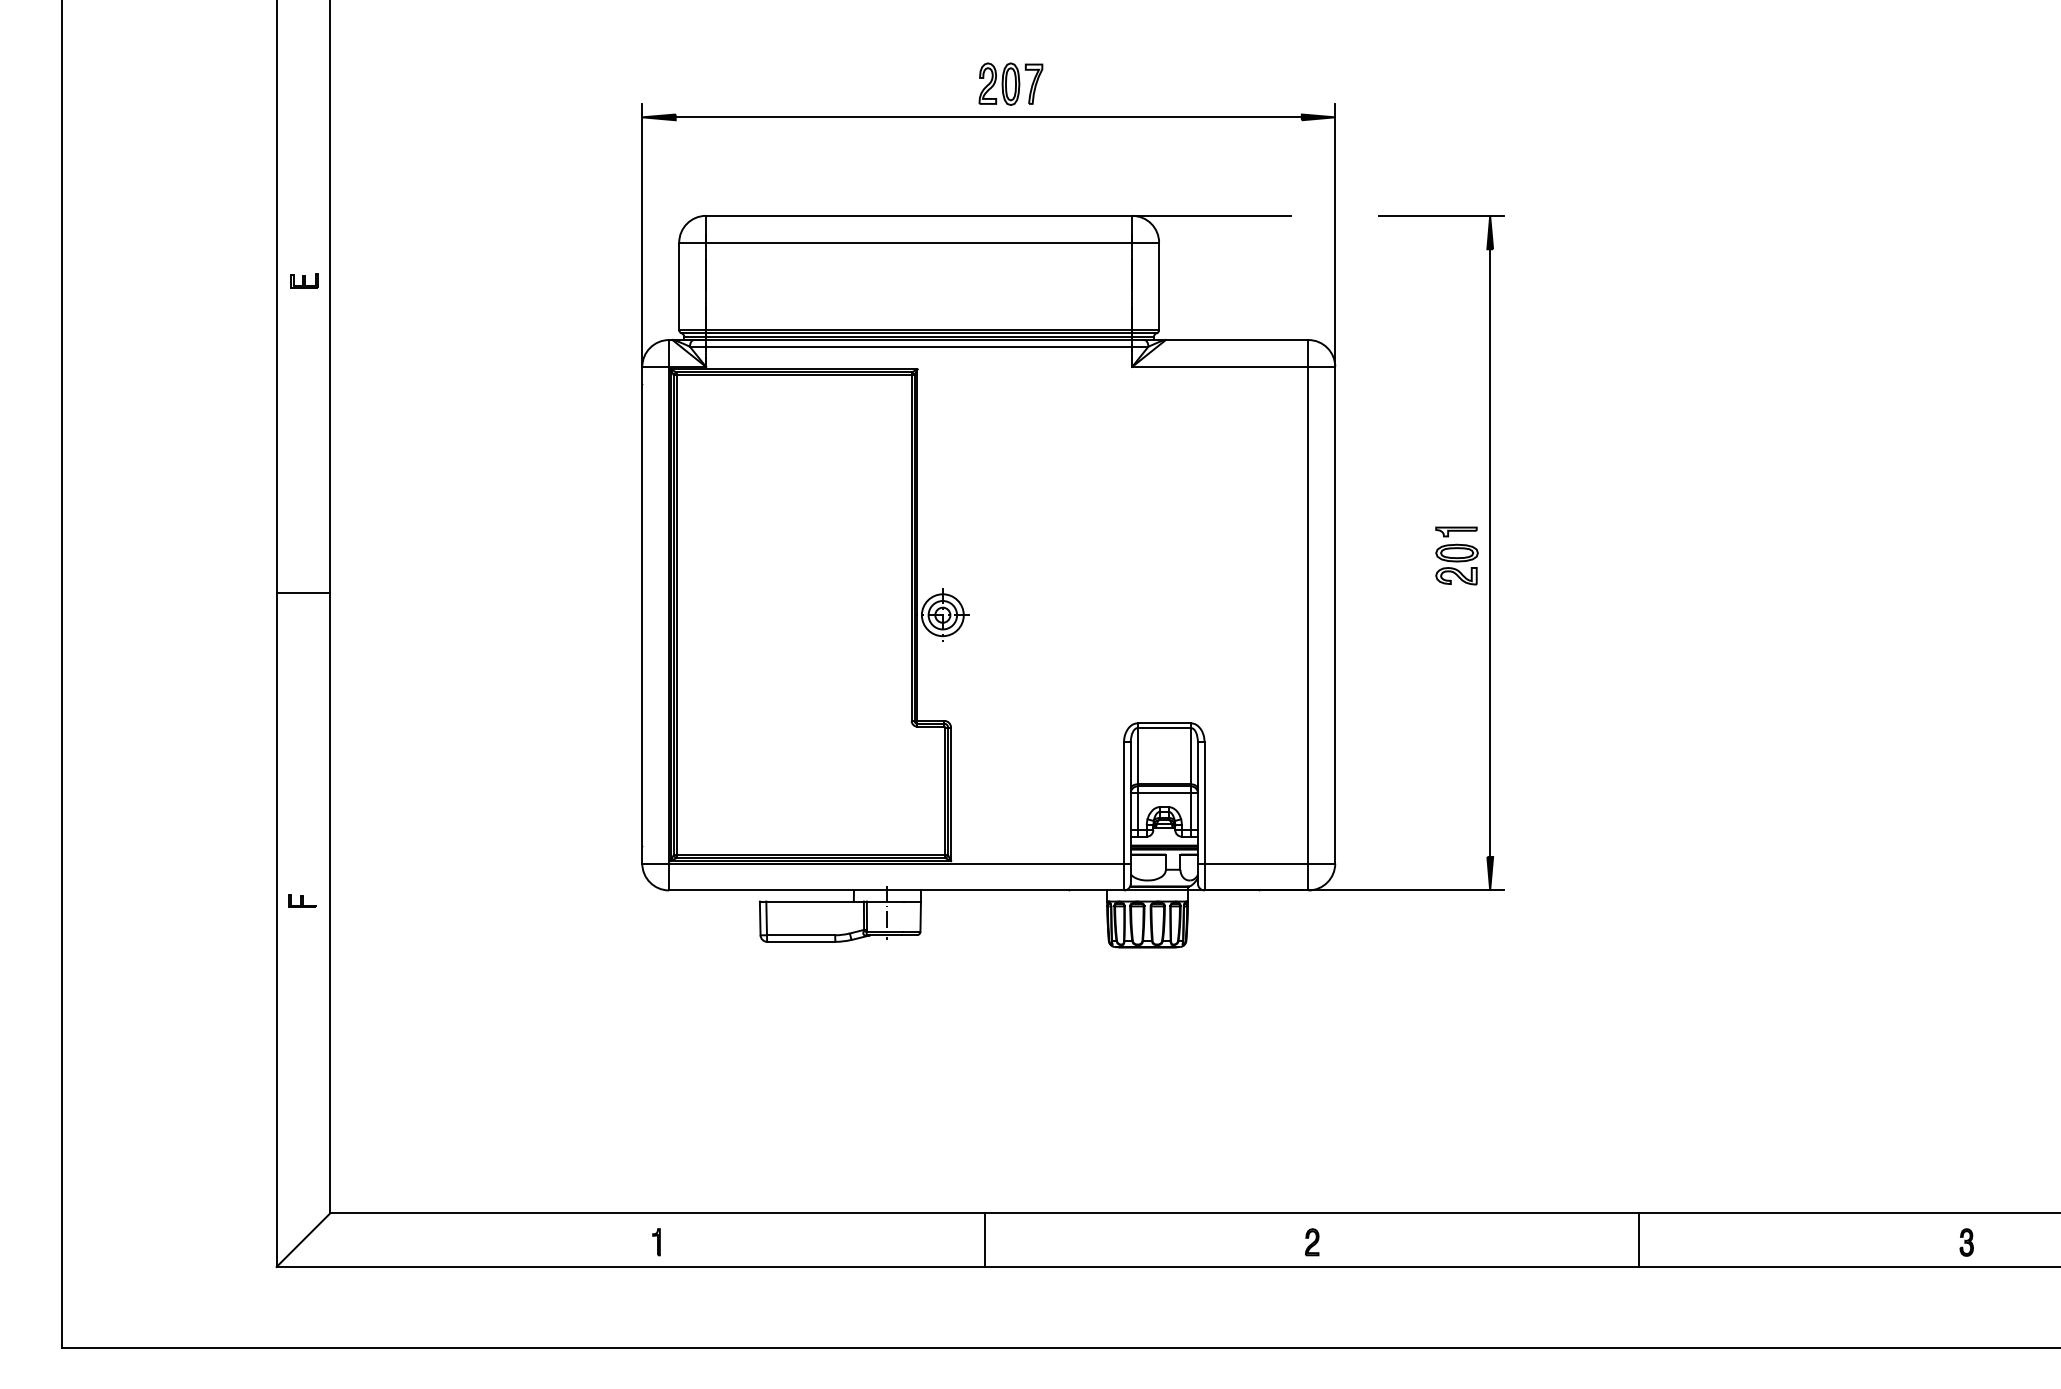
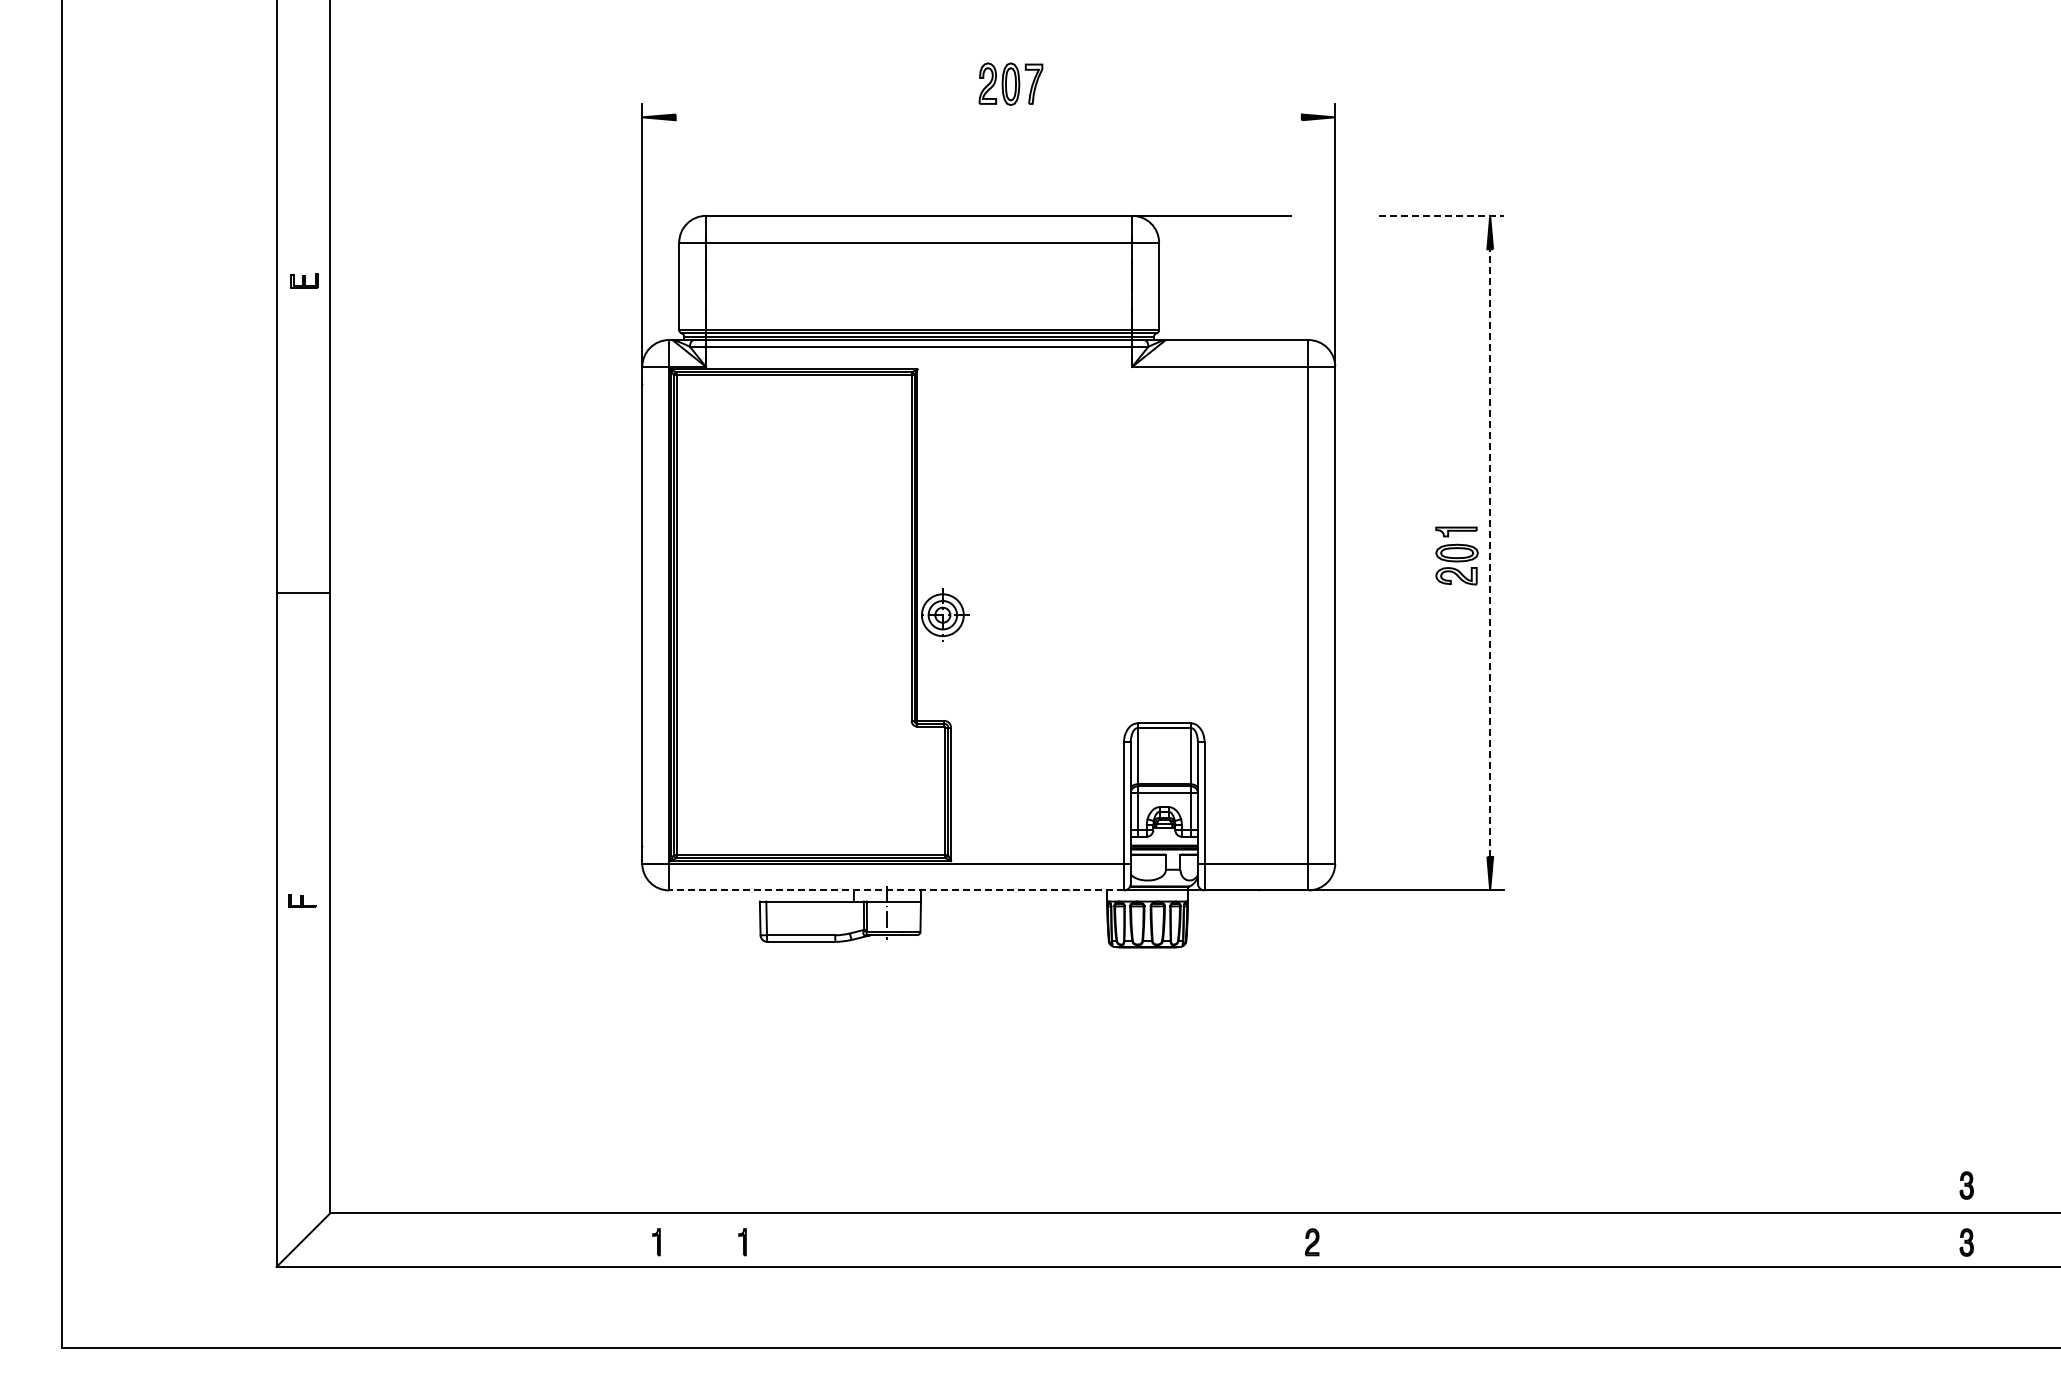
line at (988, 117): present -> none
line at (1442, 215): solid -> dashed
line at (1490, 553): solid -> dashed
line at (896, 890): solid -> dashed
part at (1966, 1185): none -> present
line at (984, 1239): present -> none
line at (1639, 1239): present -> none
part at (742, 1242): none -> present
